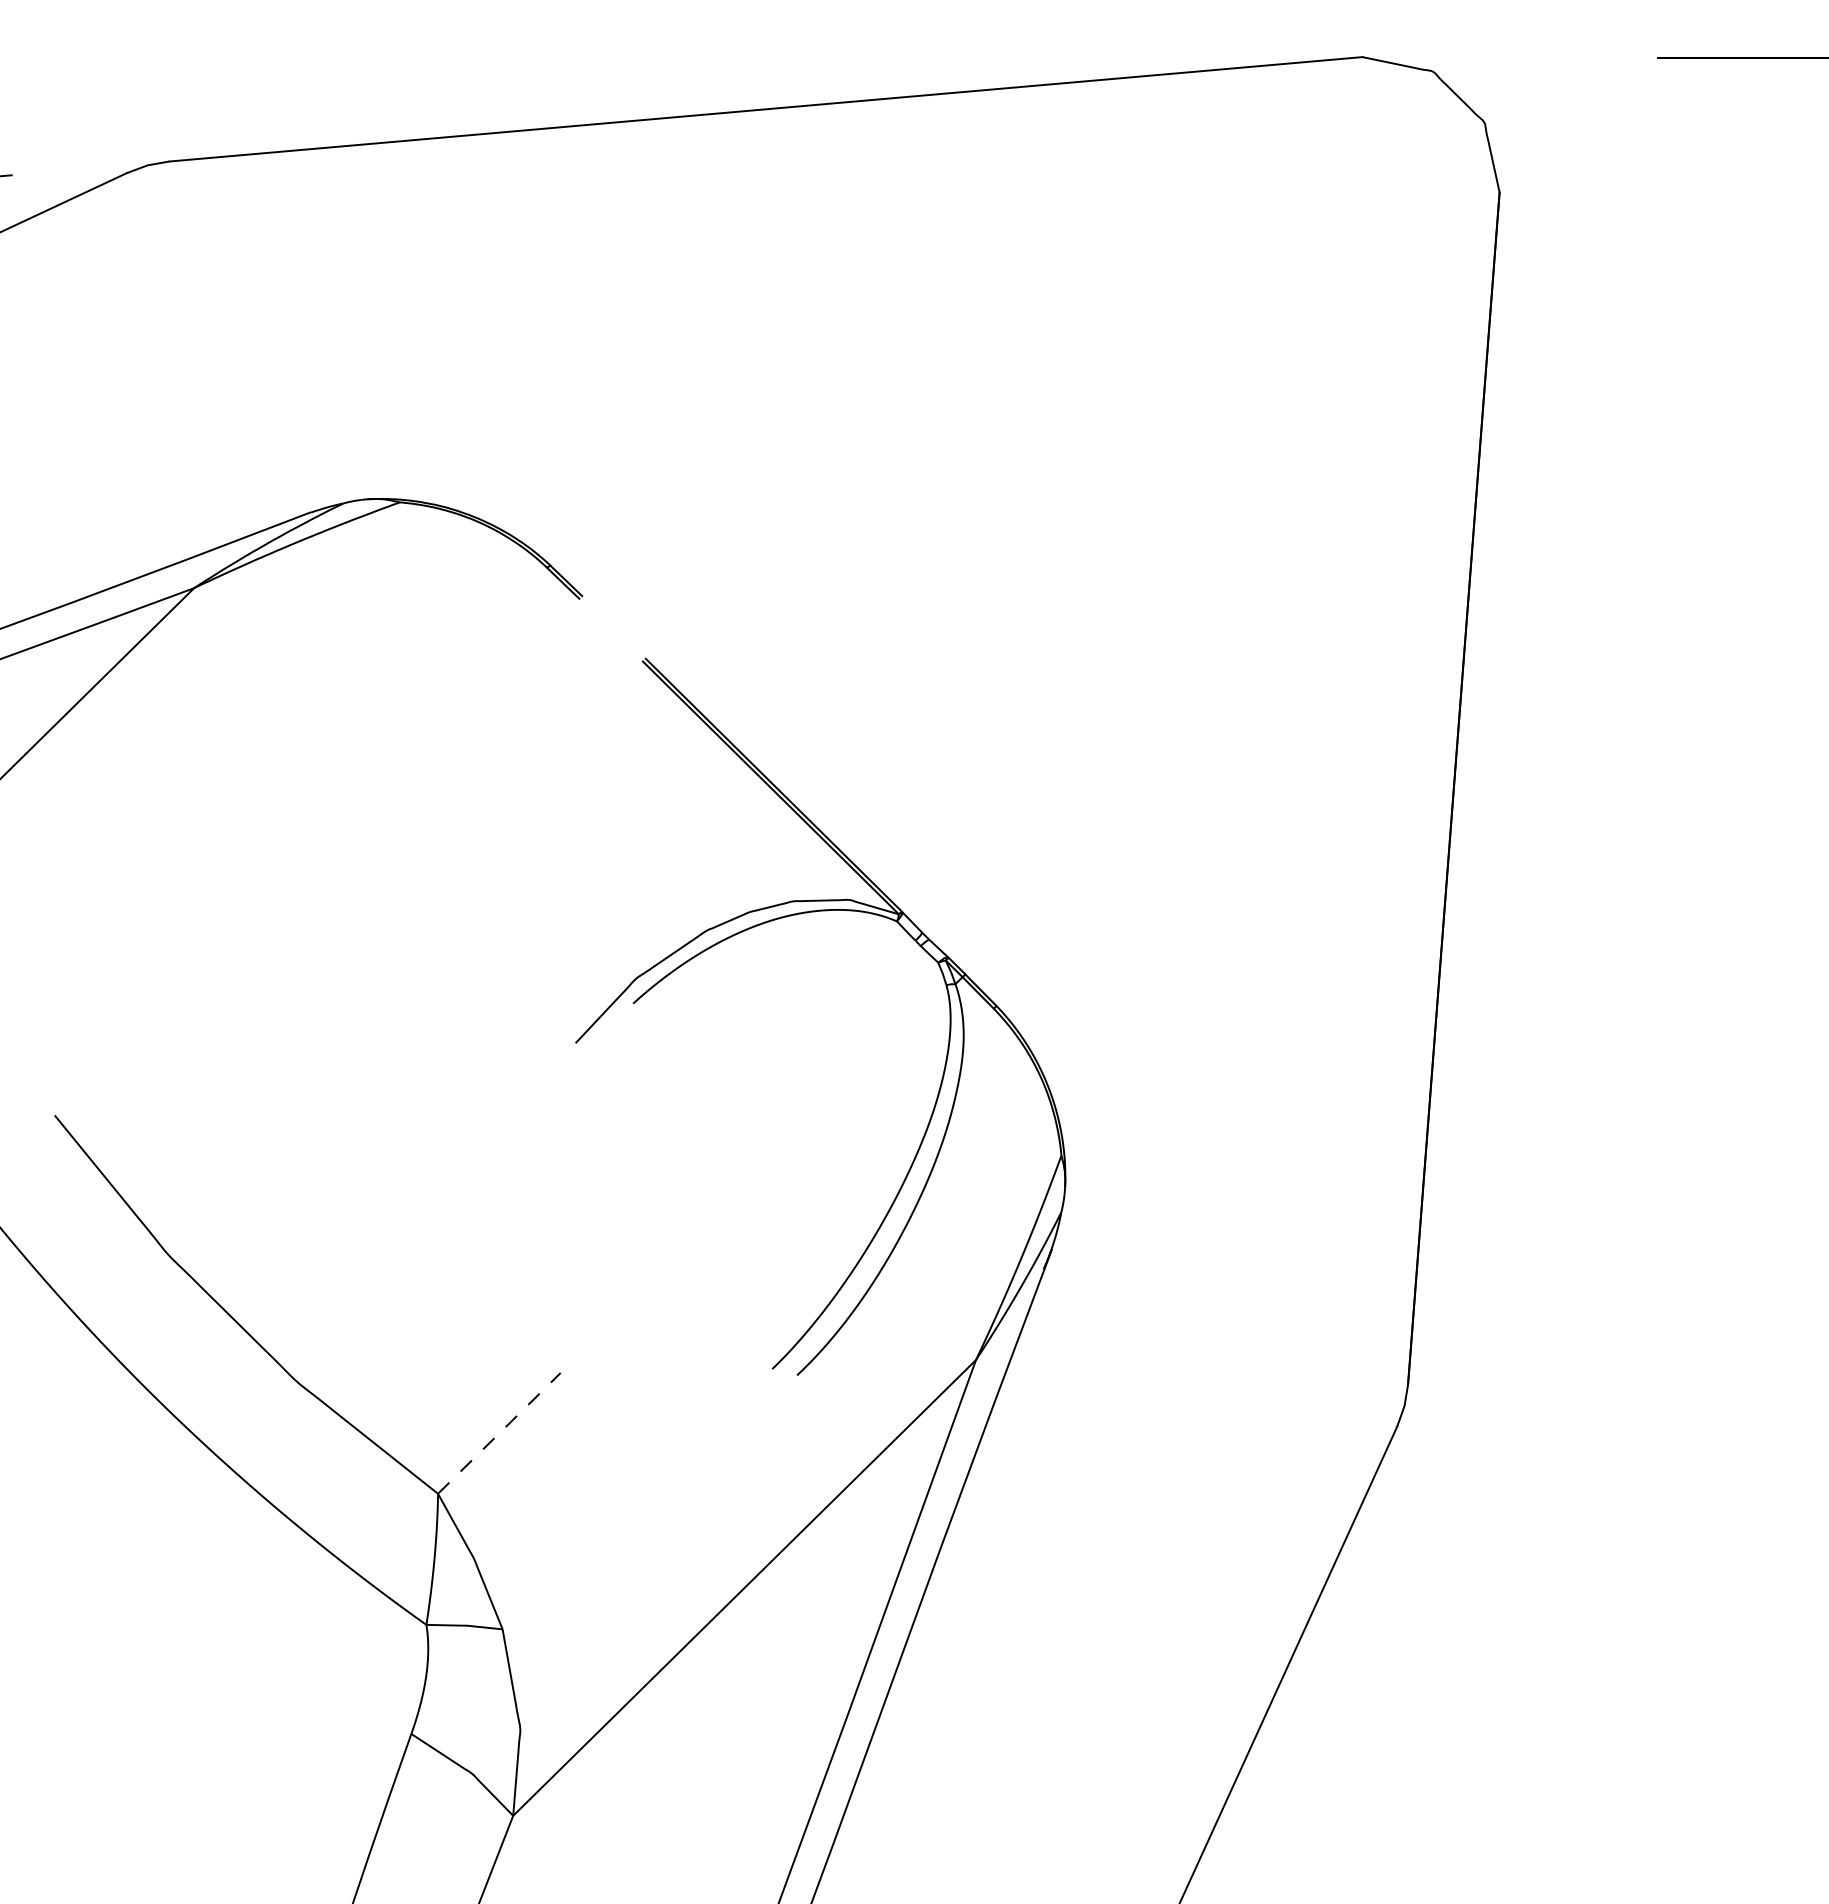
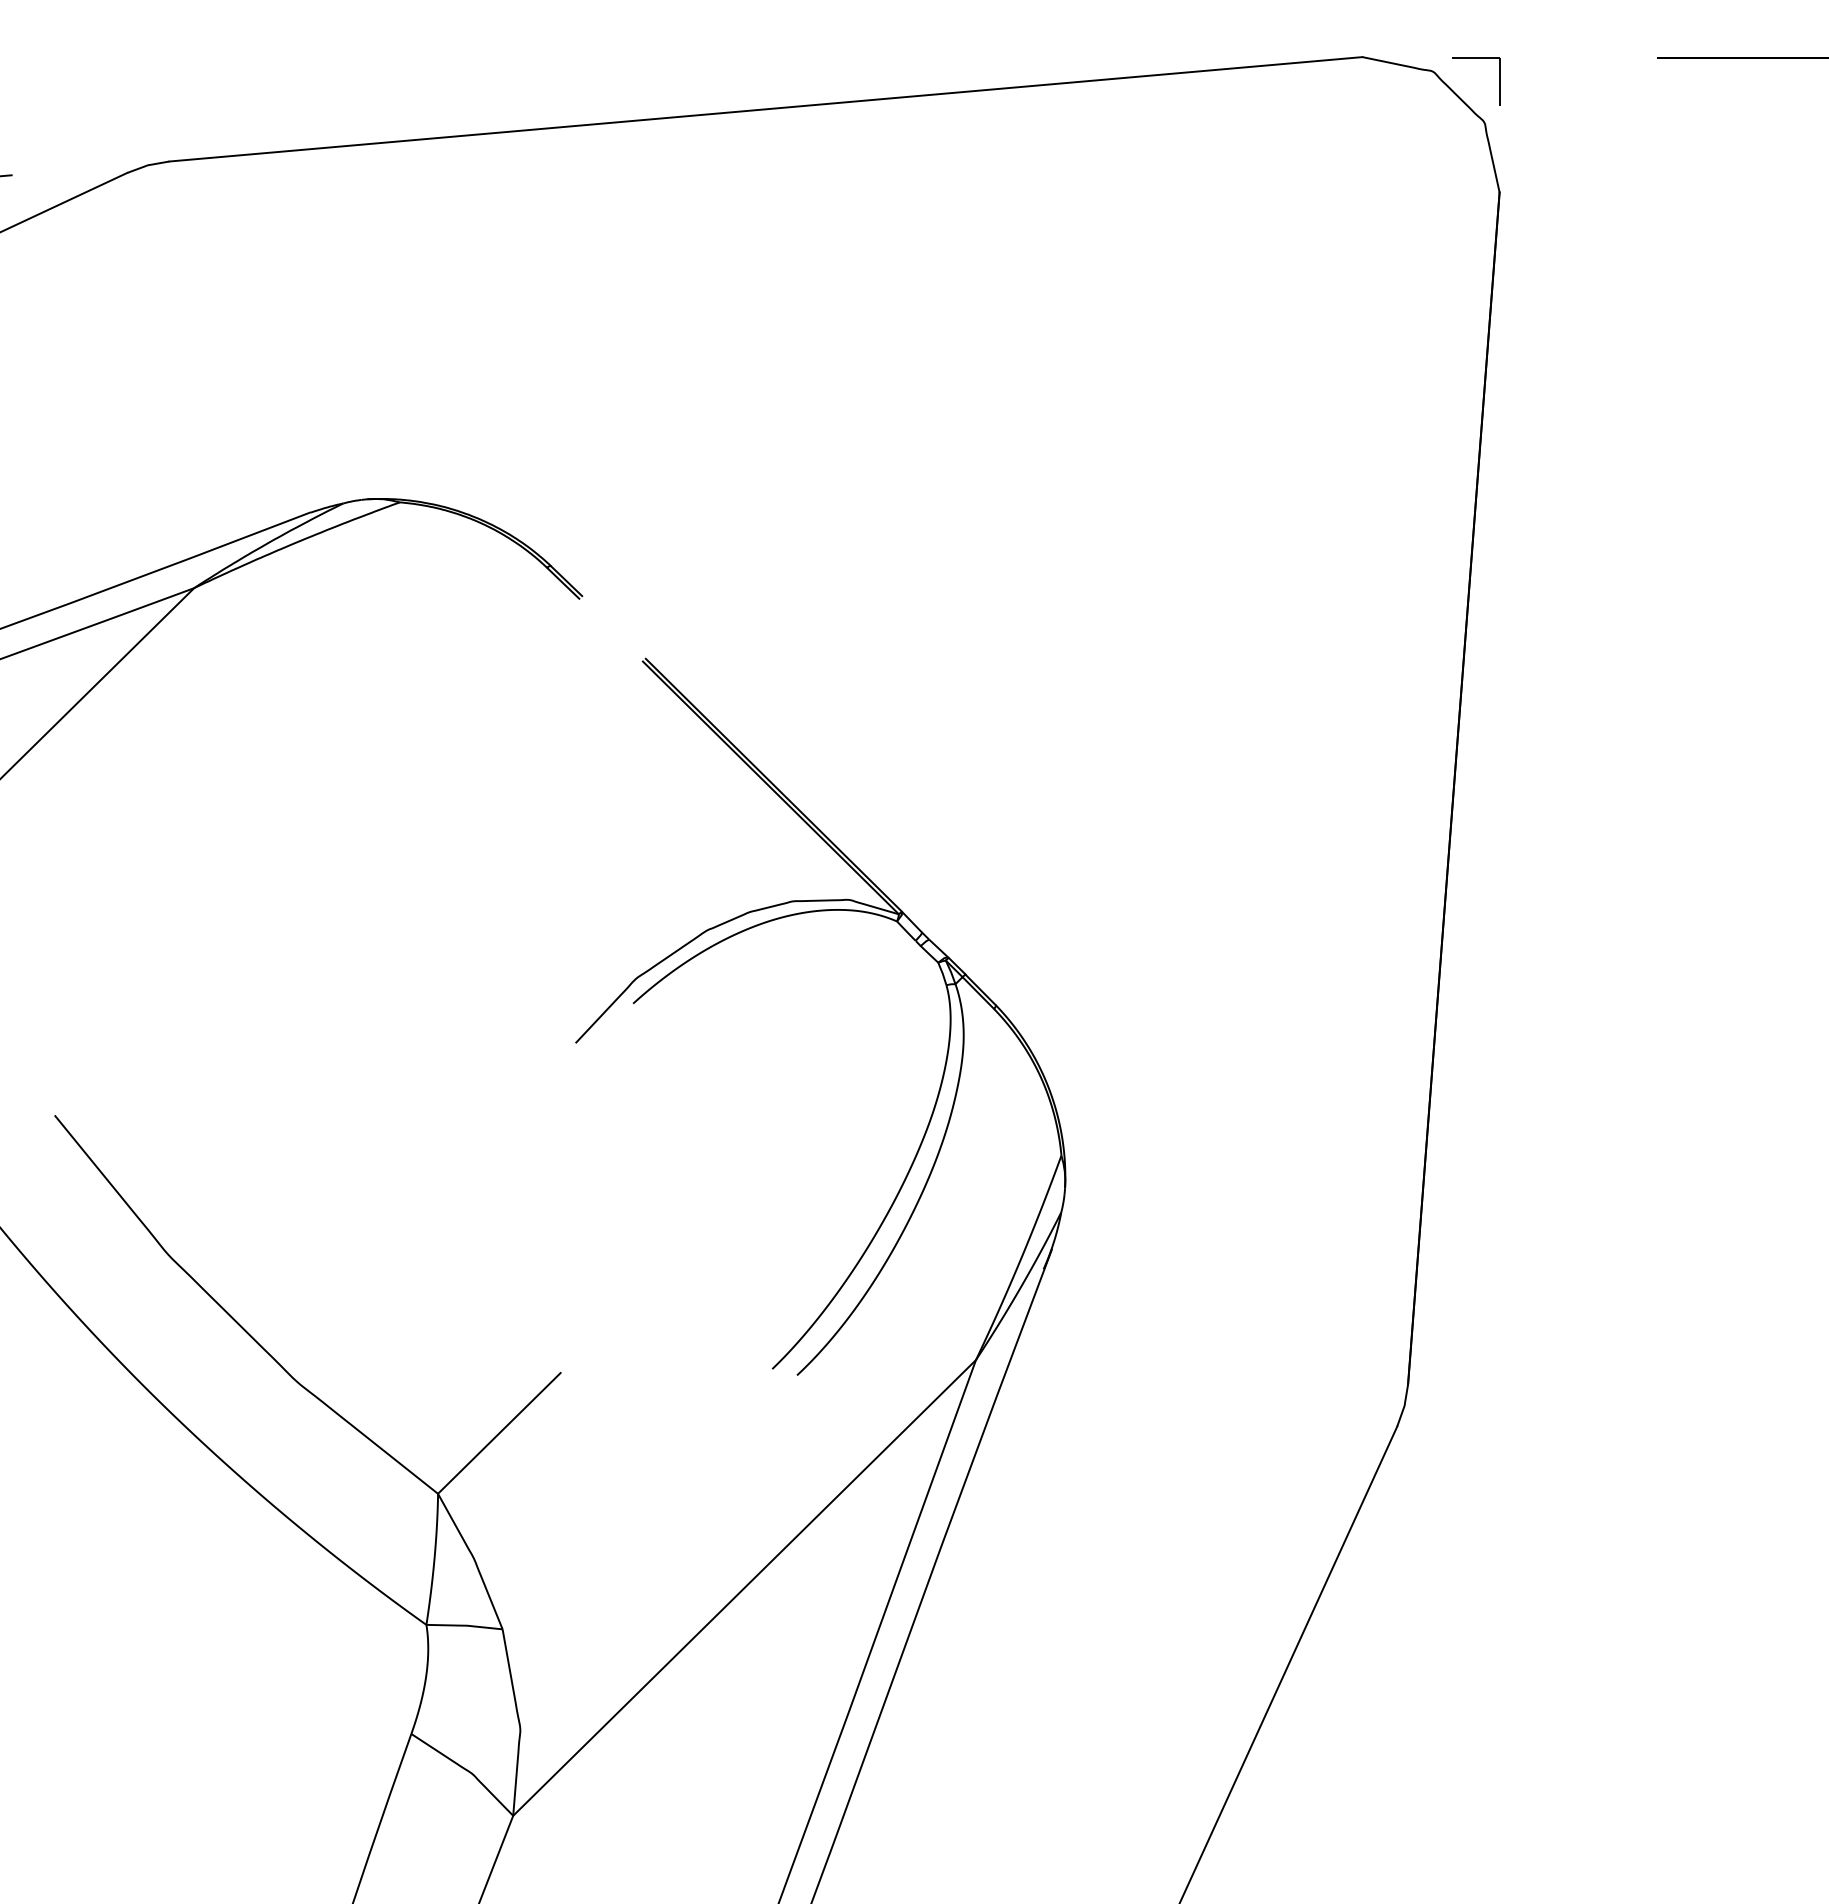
part at (1476, 58): none -> present
line at (499, 1433): dashed -> solid
